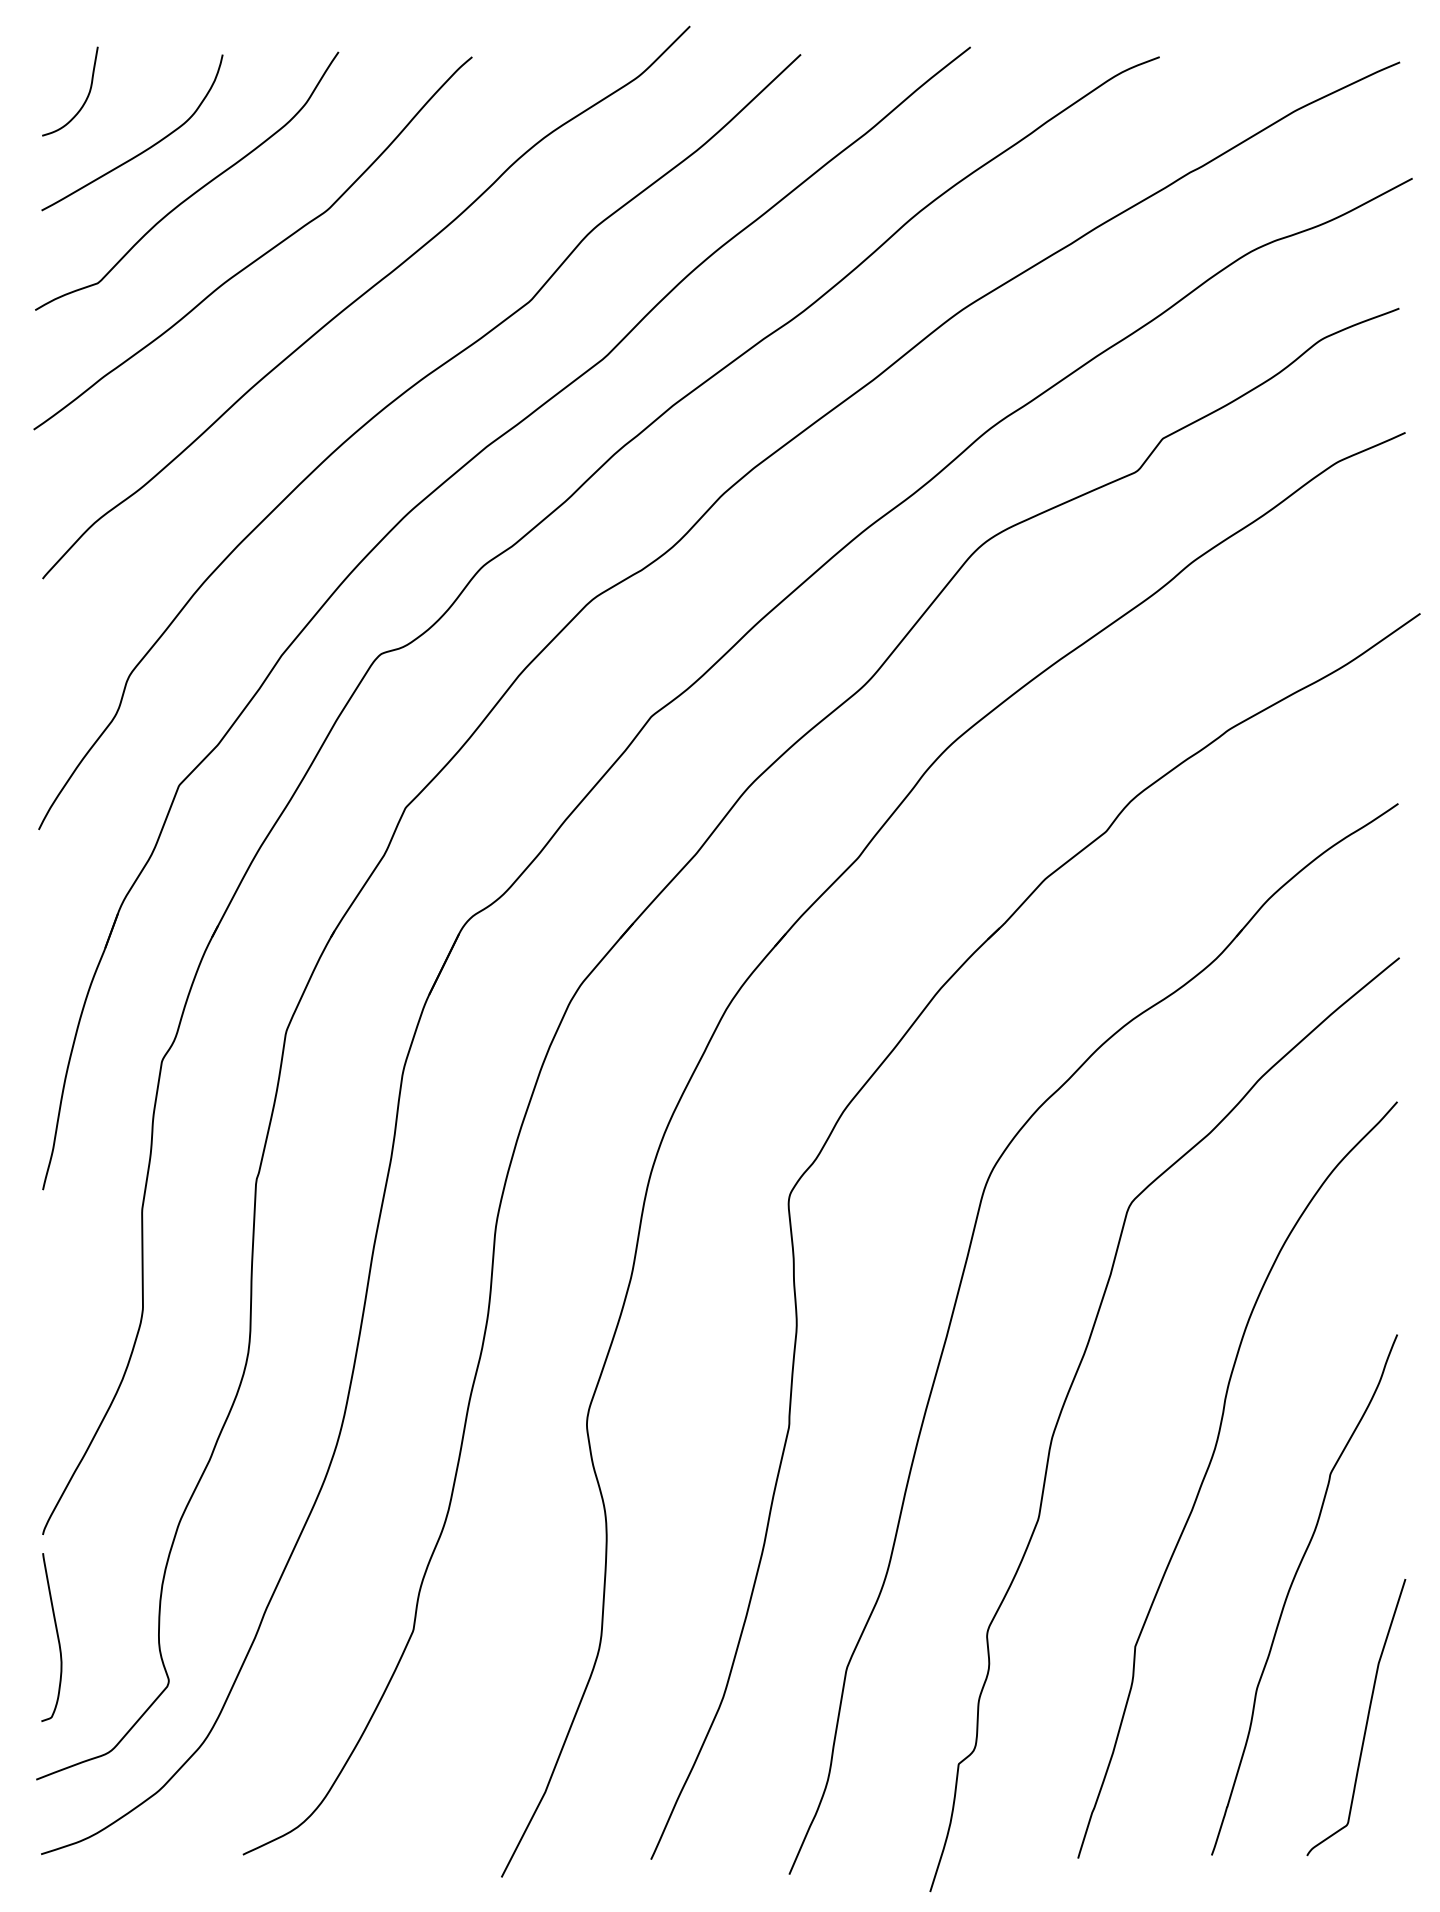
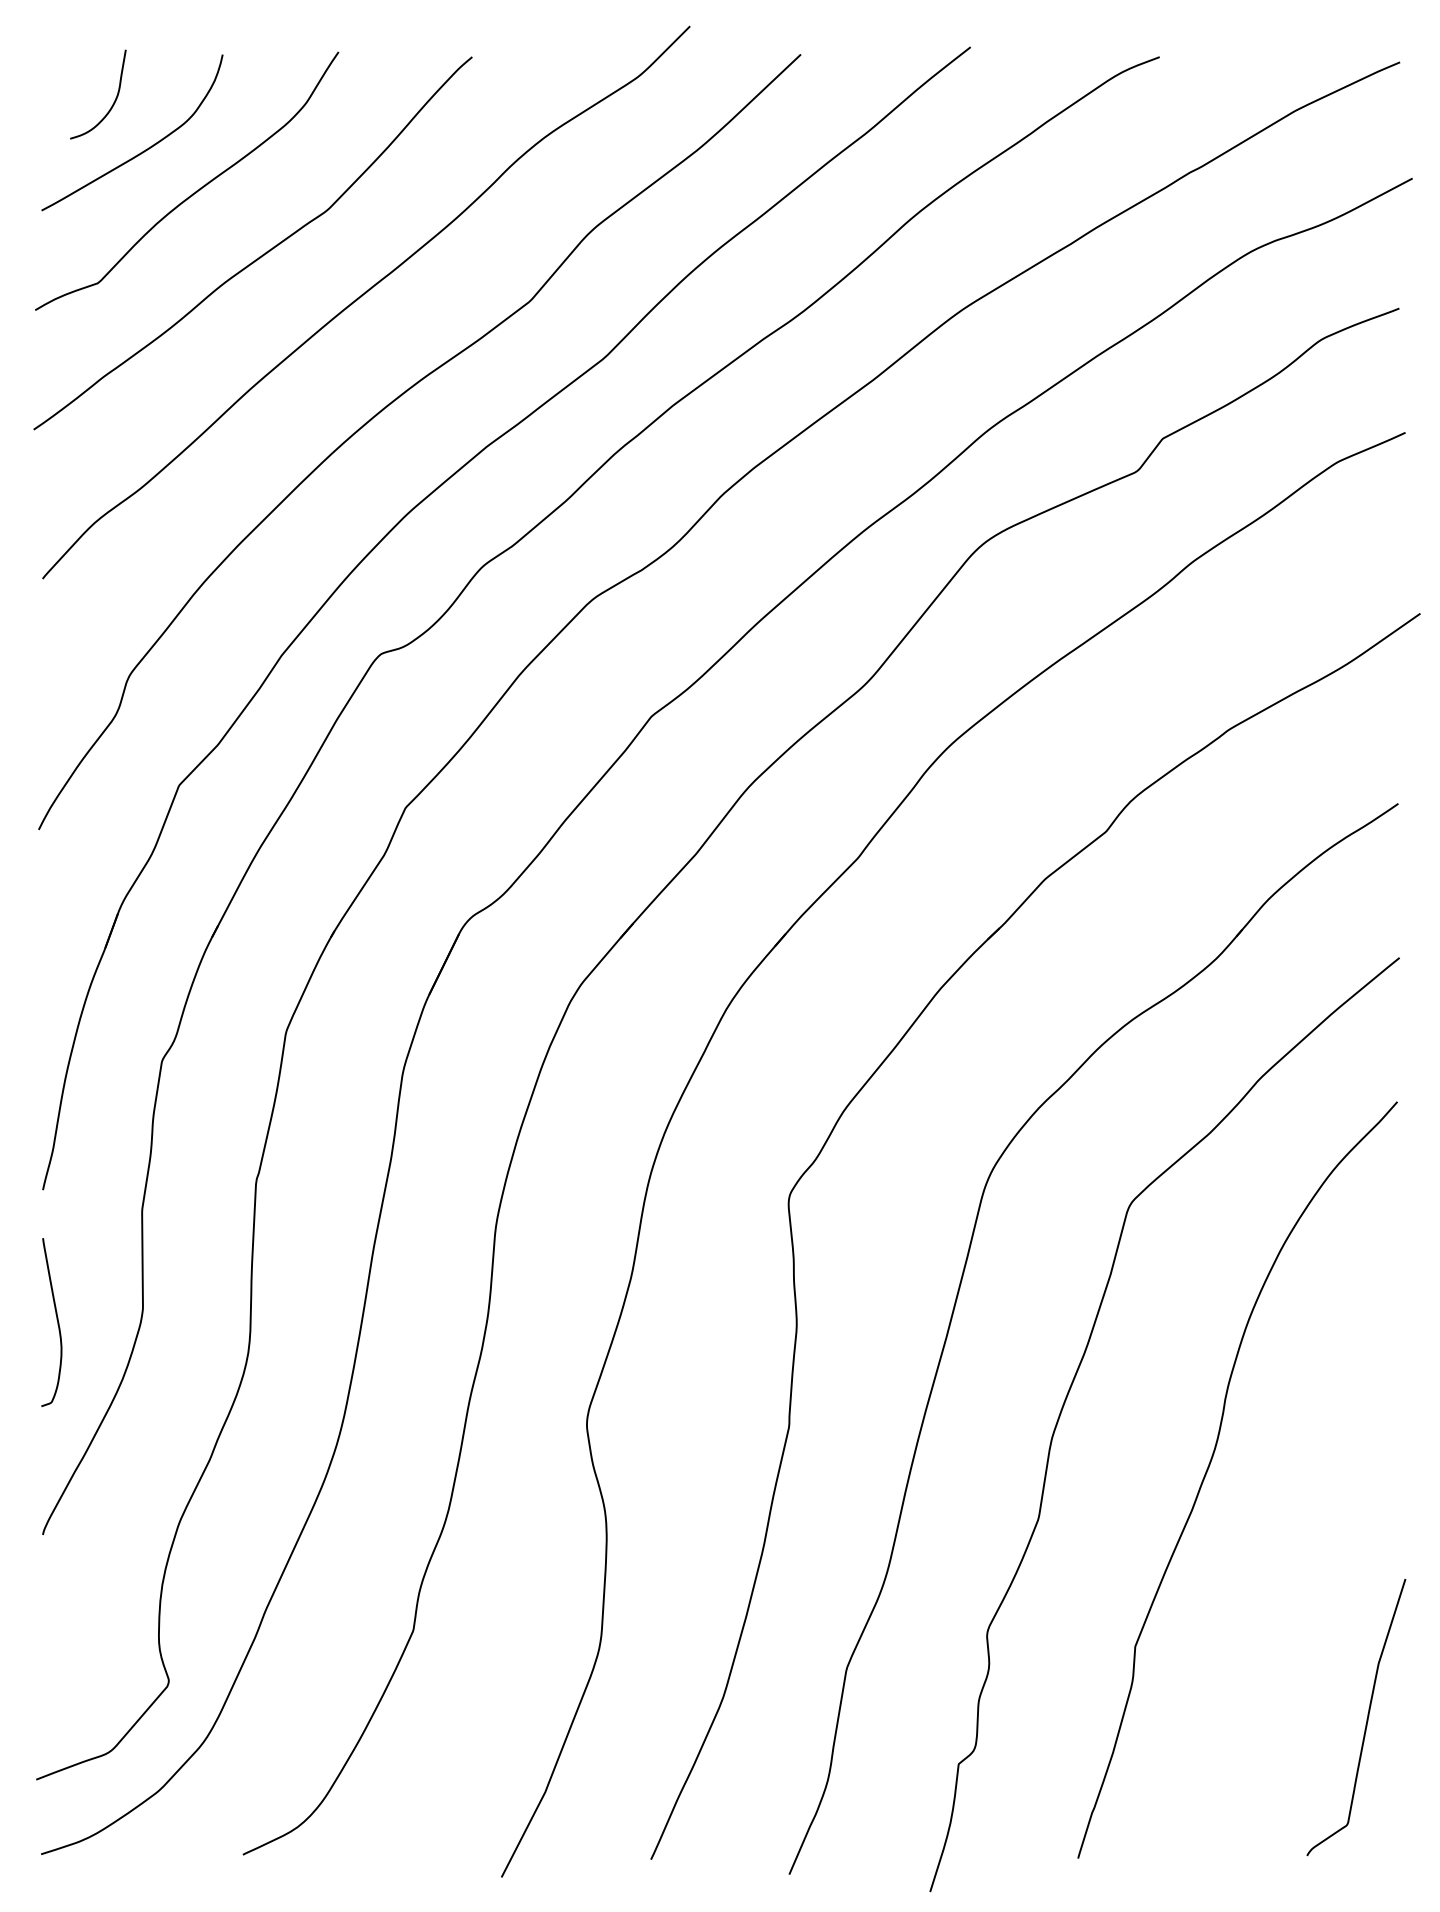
curve at (85, 99) position: (85, 99) -> (113, 102)
curve at (1290, 1590): present -> none
curve at (56, 1634) position: (56, 1634) -> (56, 1319)
